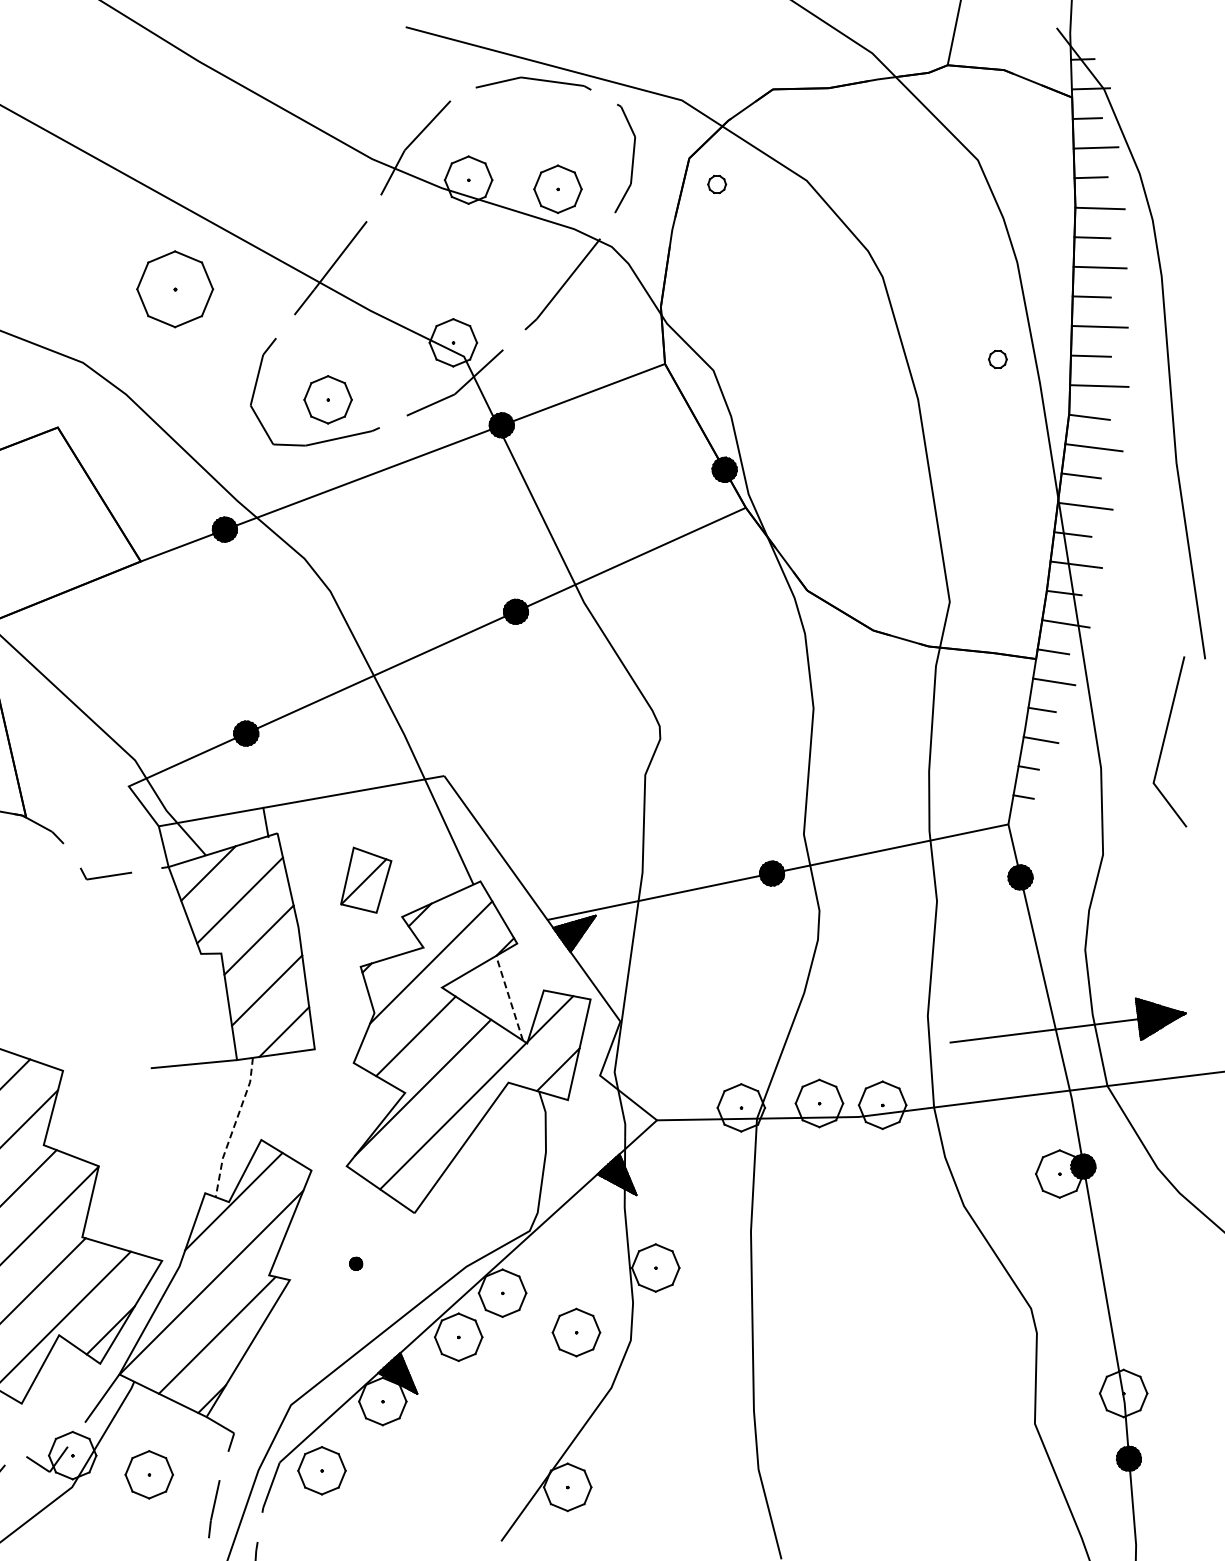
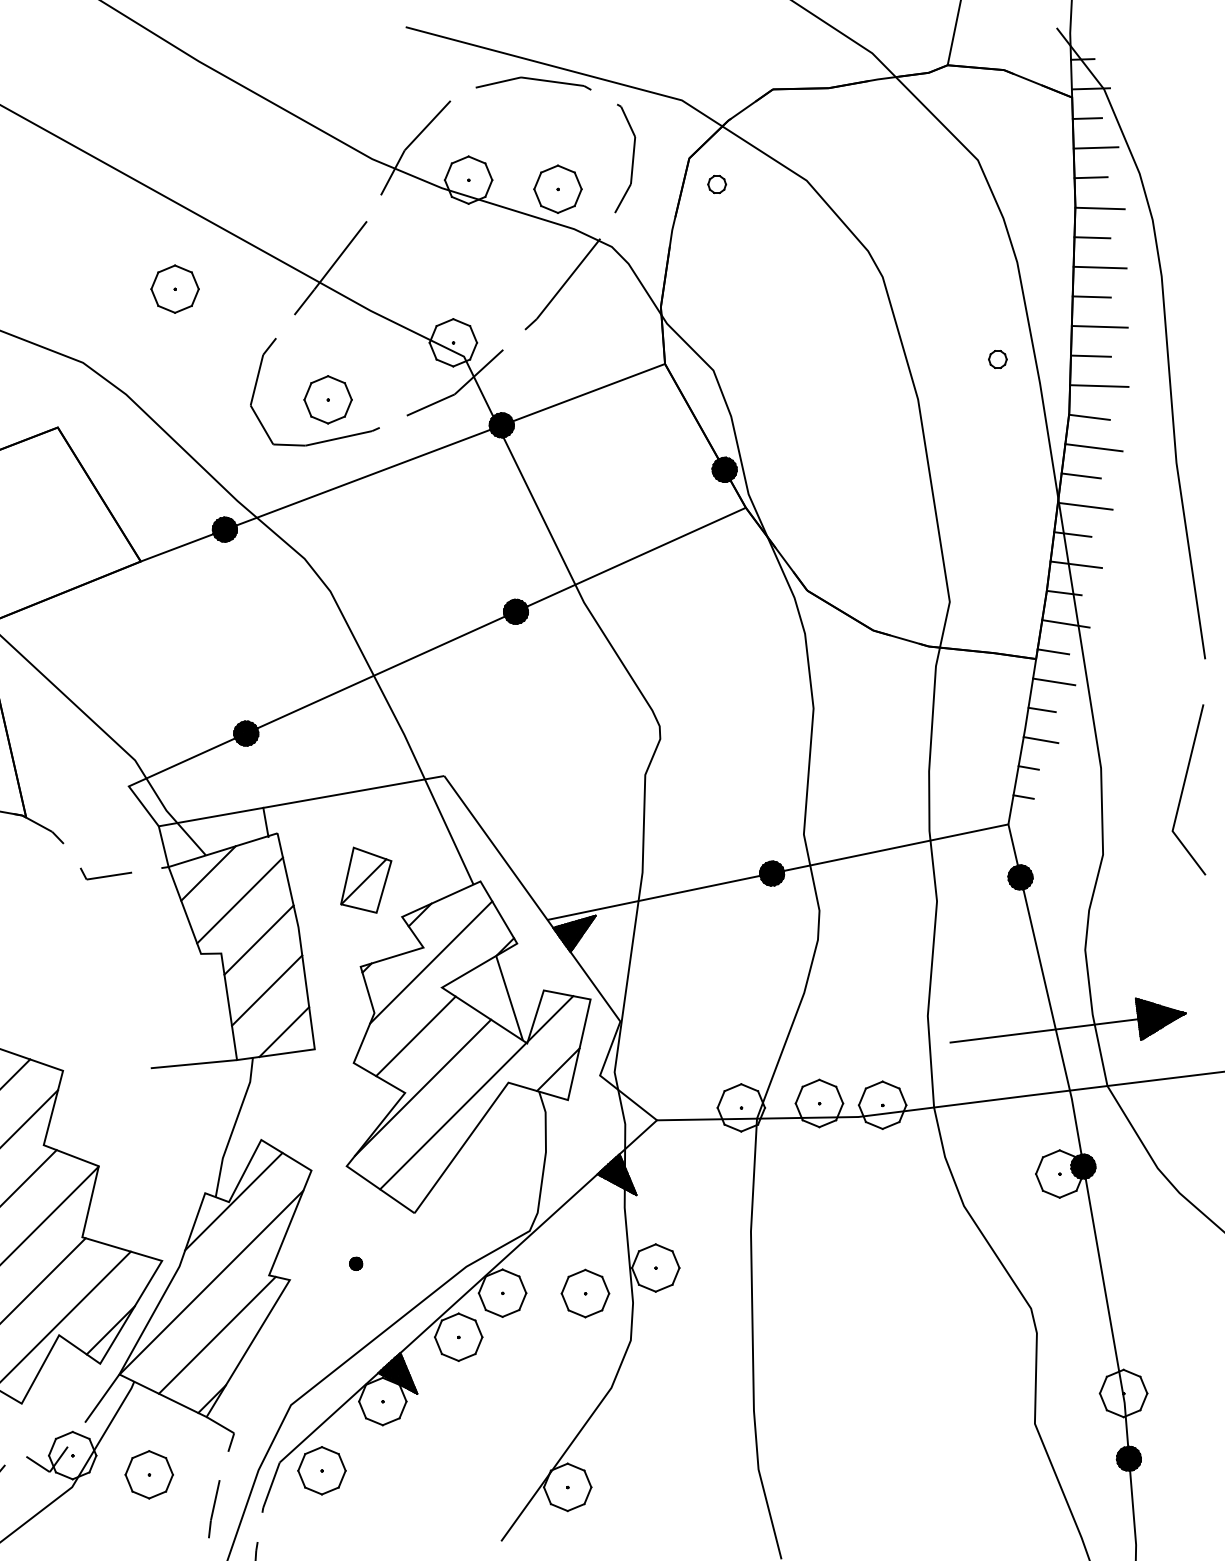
part at (175, 289) size: 79x79 px -> 50x50 px
line at (1165, 739) position: (1165, 739) -> (1184, 787)
line at (509, 997): dashed -> solid
line at (233, 1127): dashed -> solid
part at (576, 1332) position: (576, 1332) -> (585, 1293)
